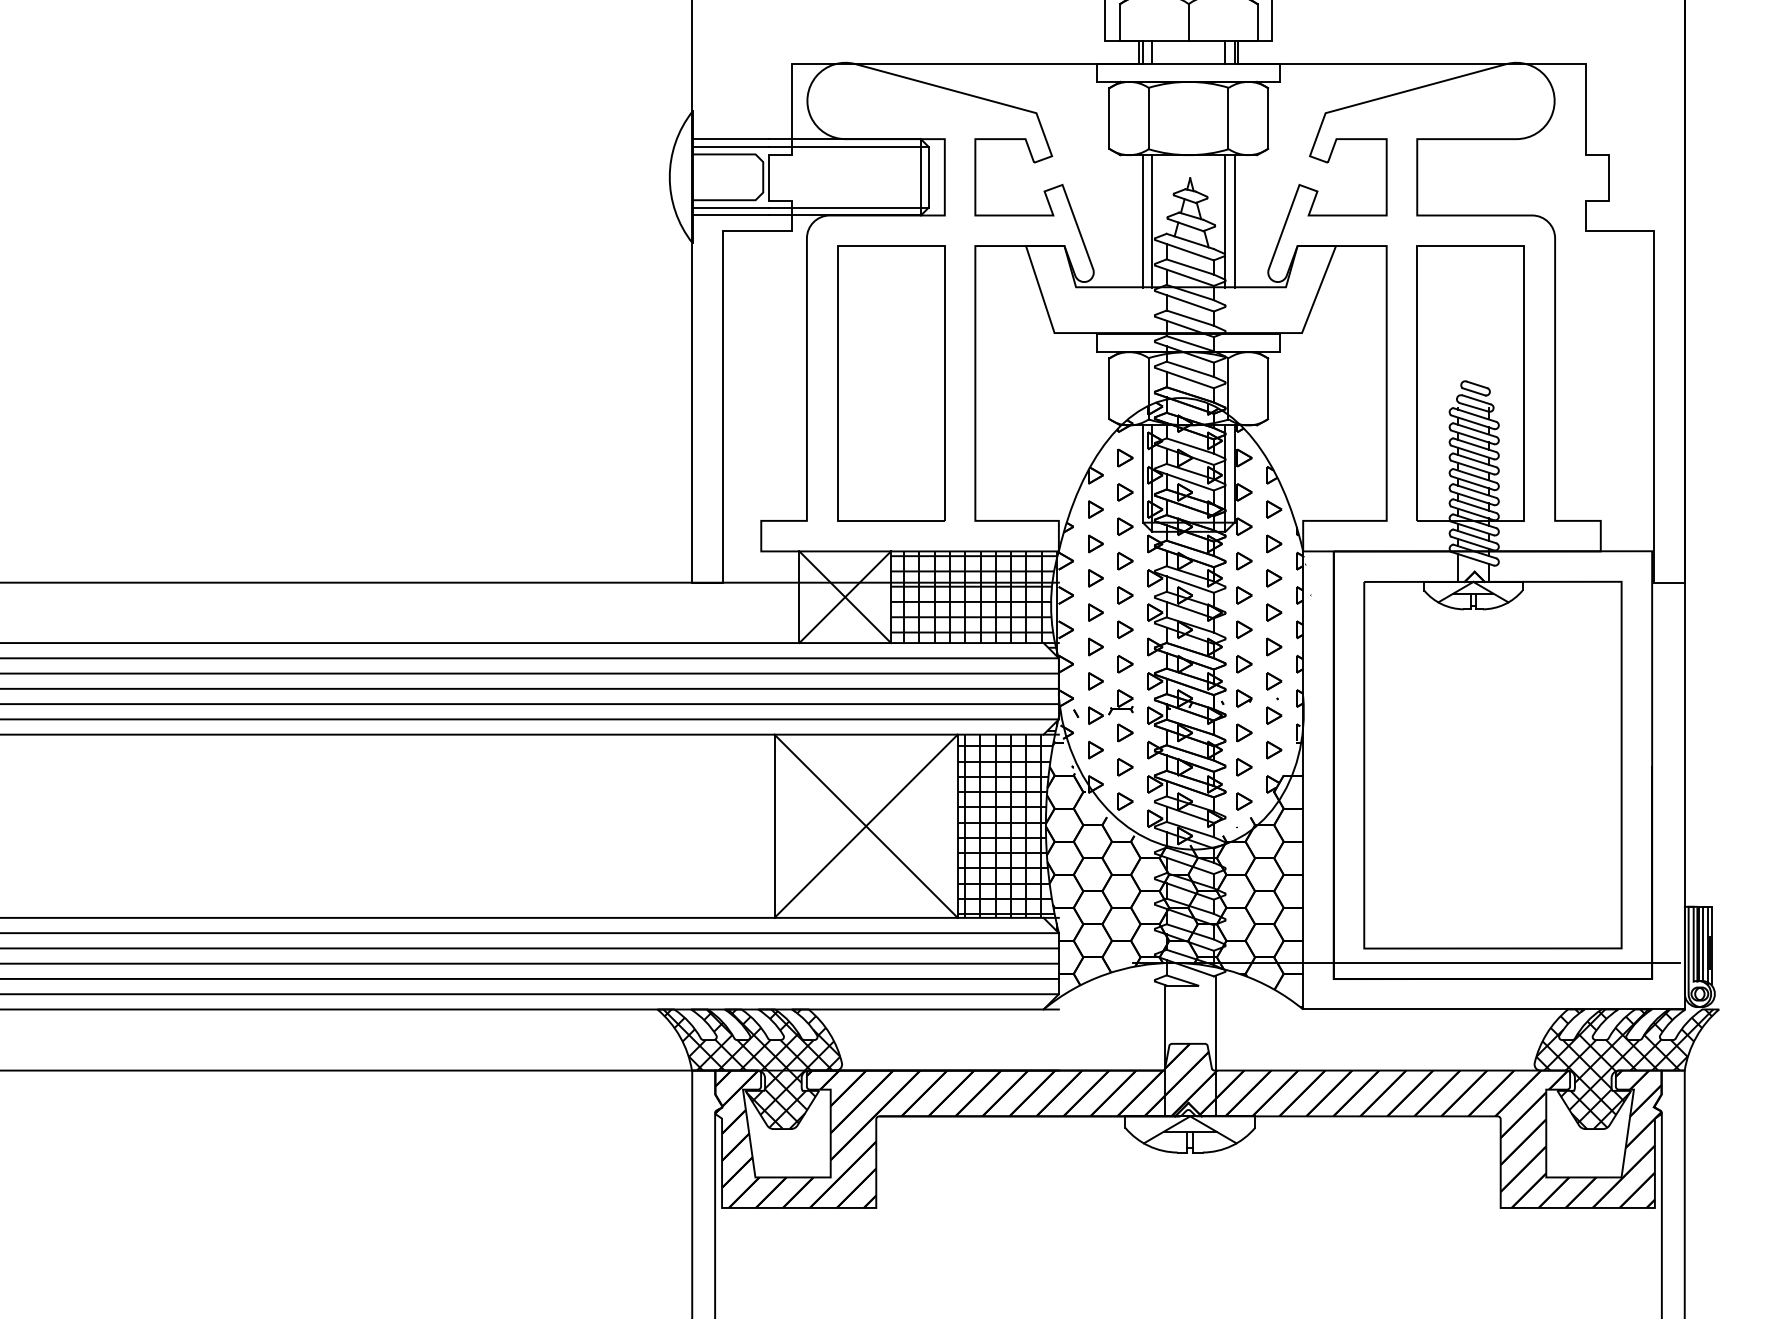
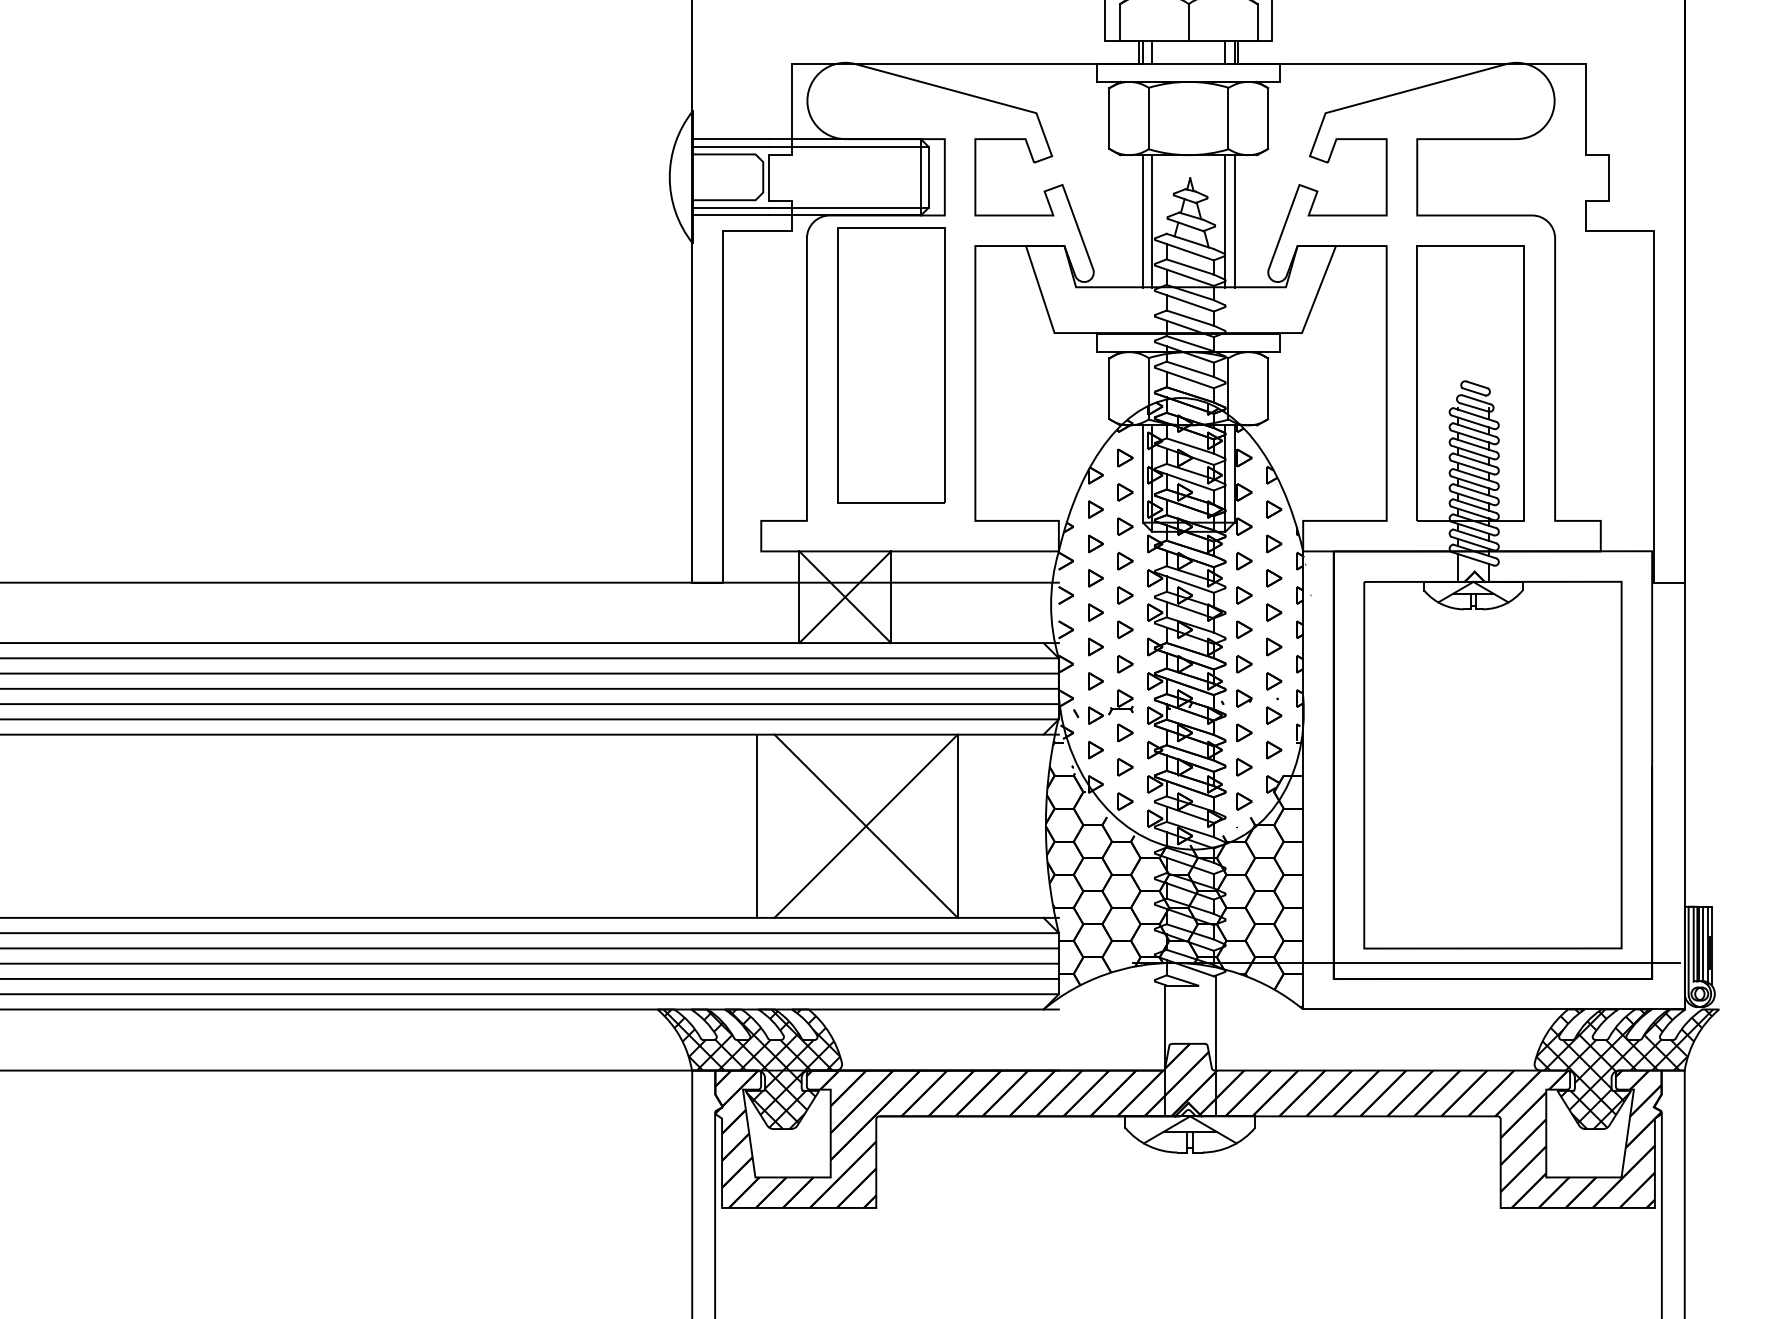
part at (891, 383) position: (891, 383) -> (891, 365)
hatch at (974, 603): present -> none
line at (774, 825) position: (774, 825) -> (756, 825)
hatch at (1007, 825): present -> none
